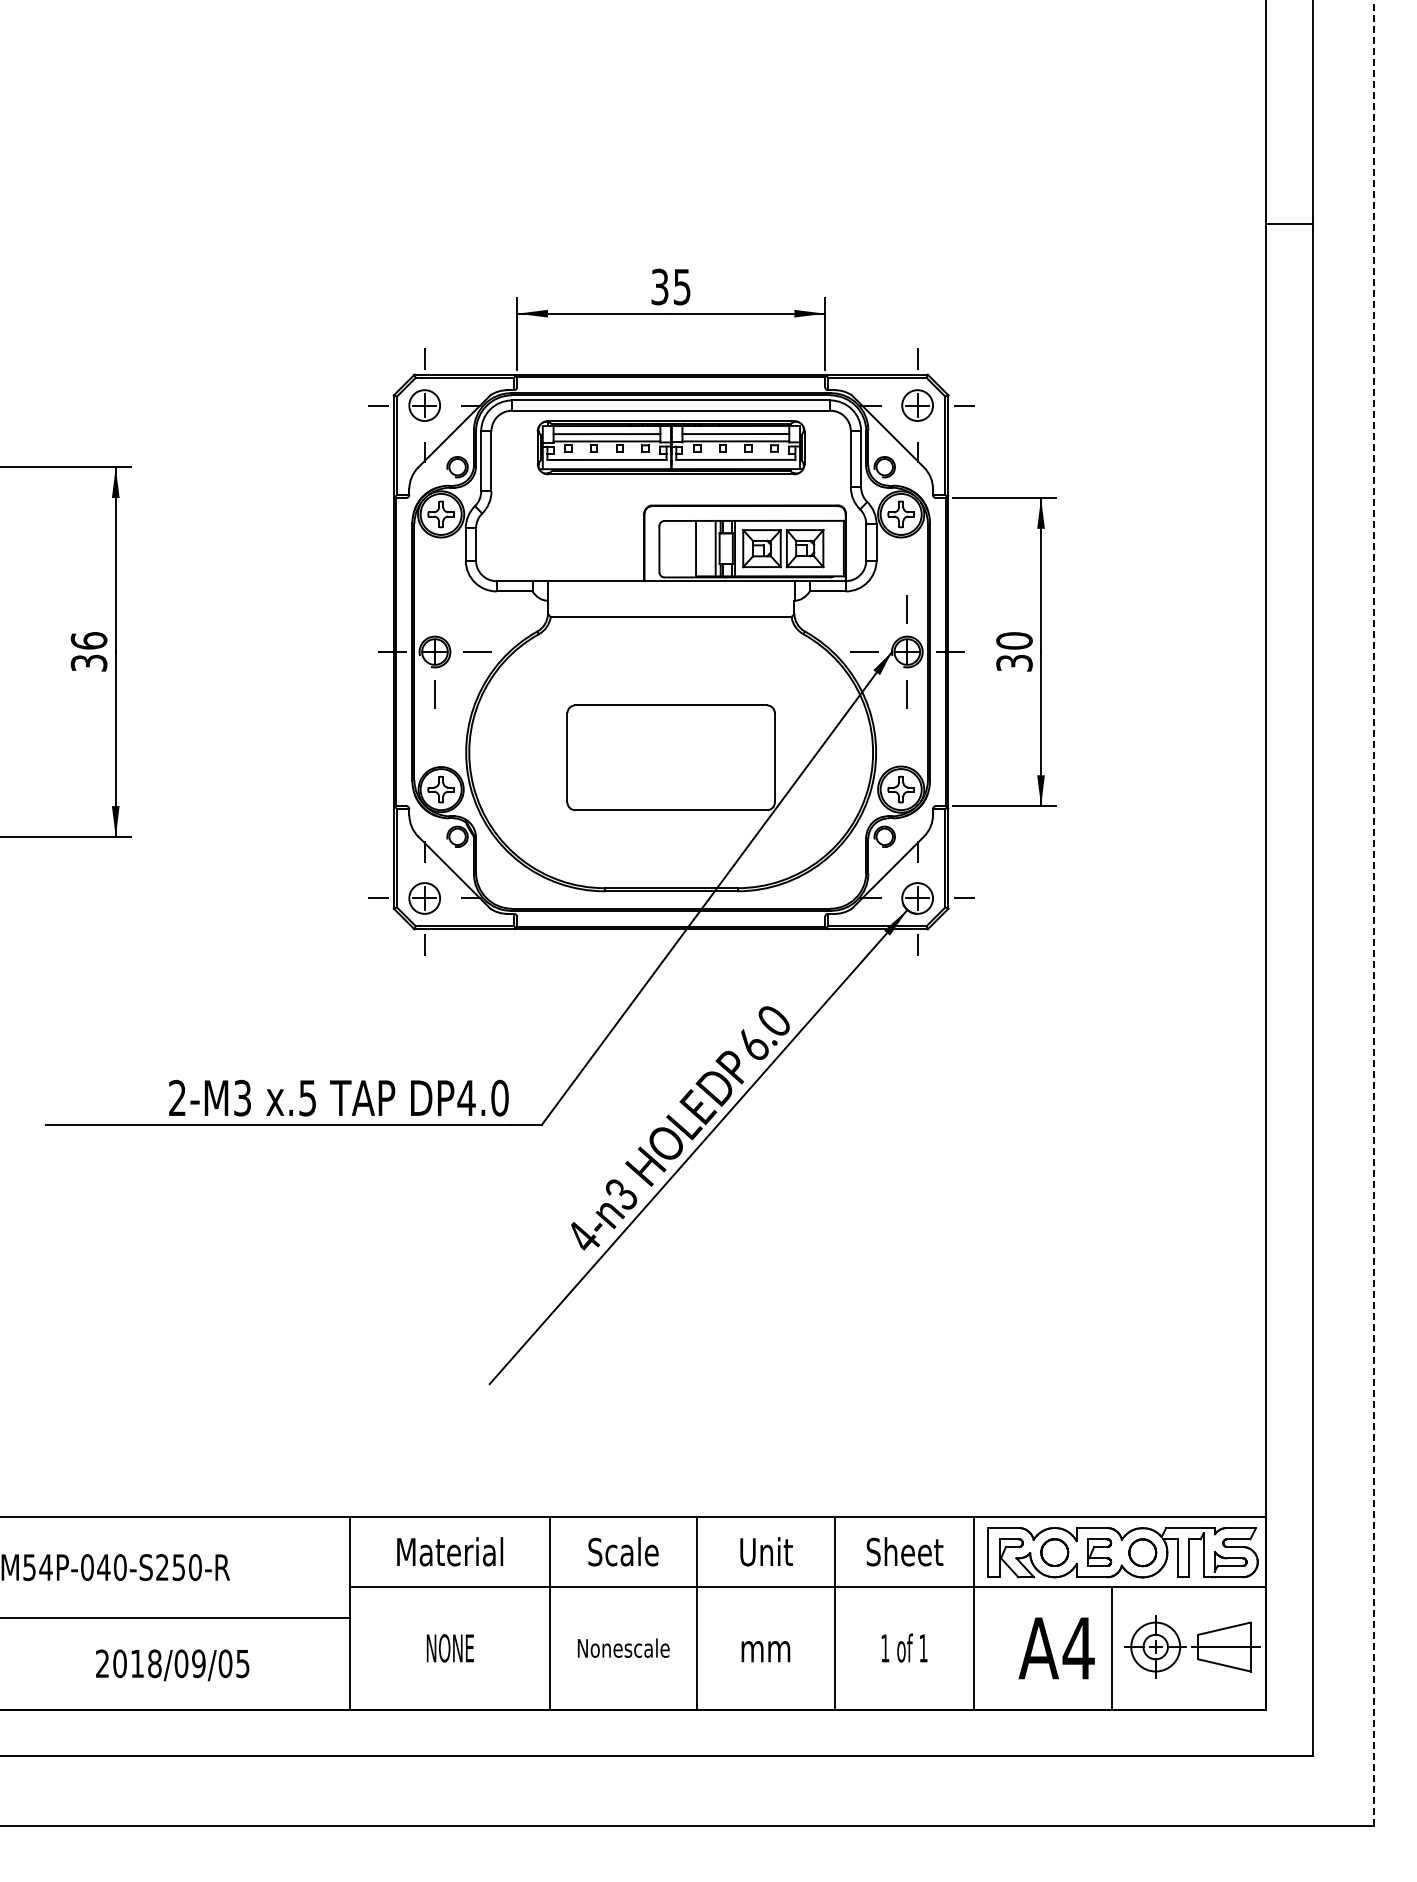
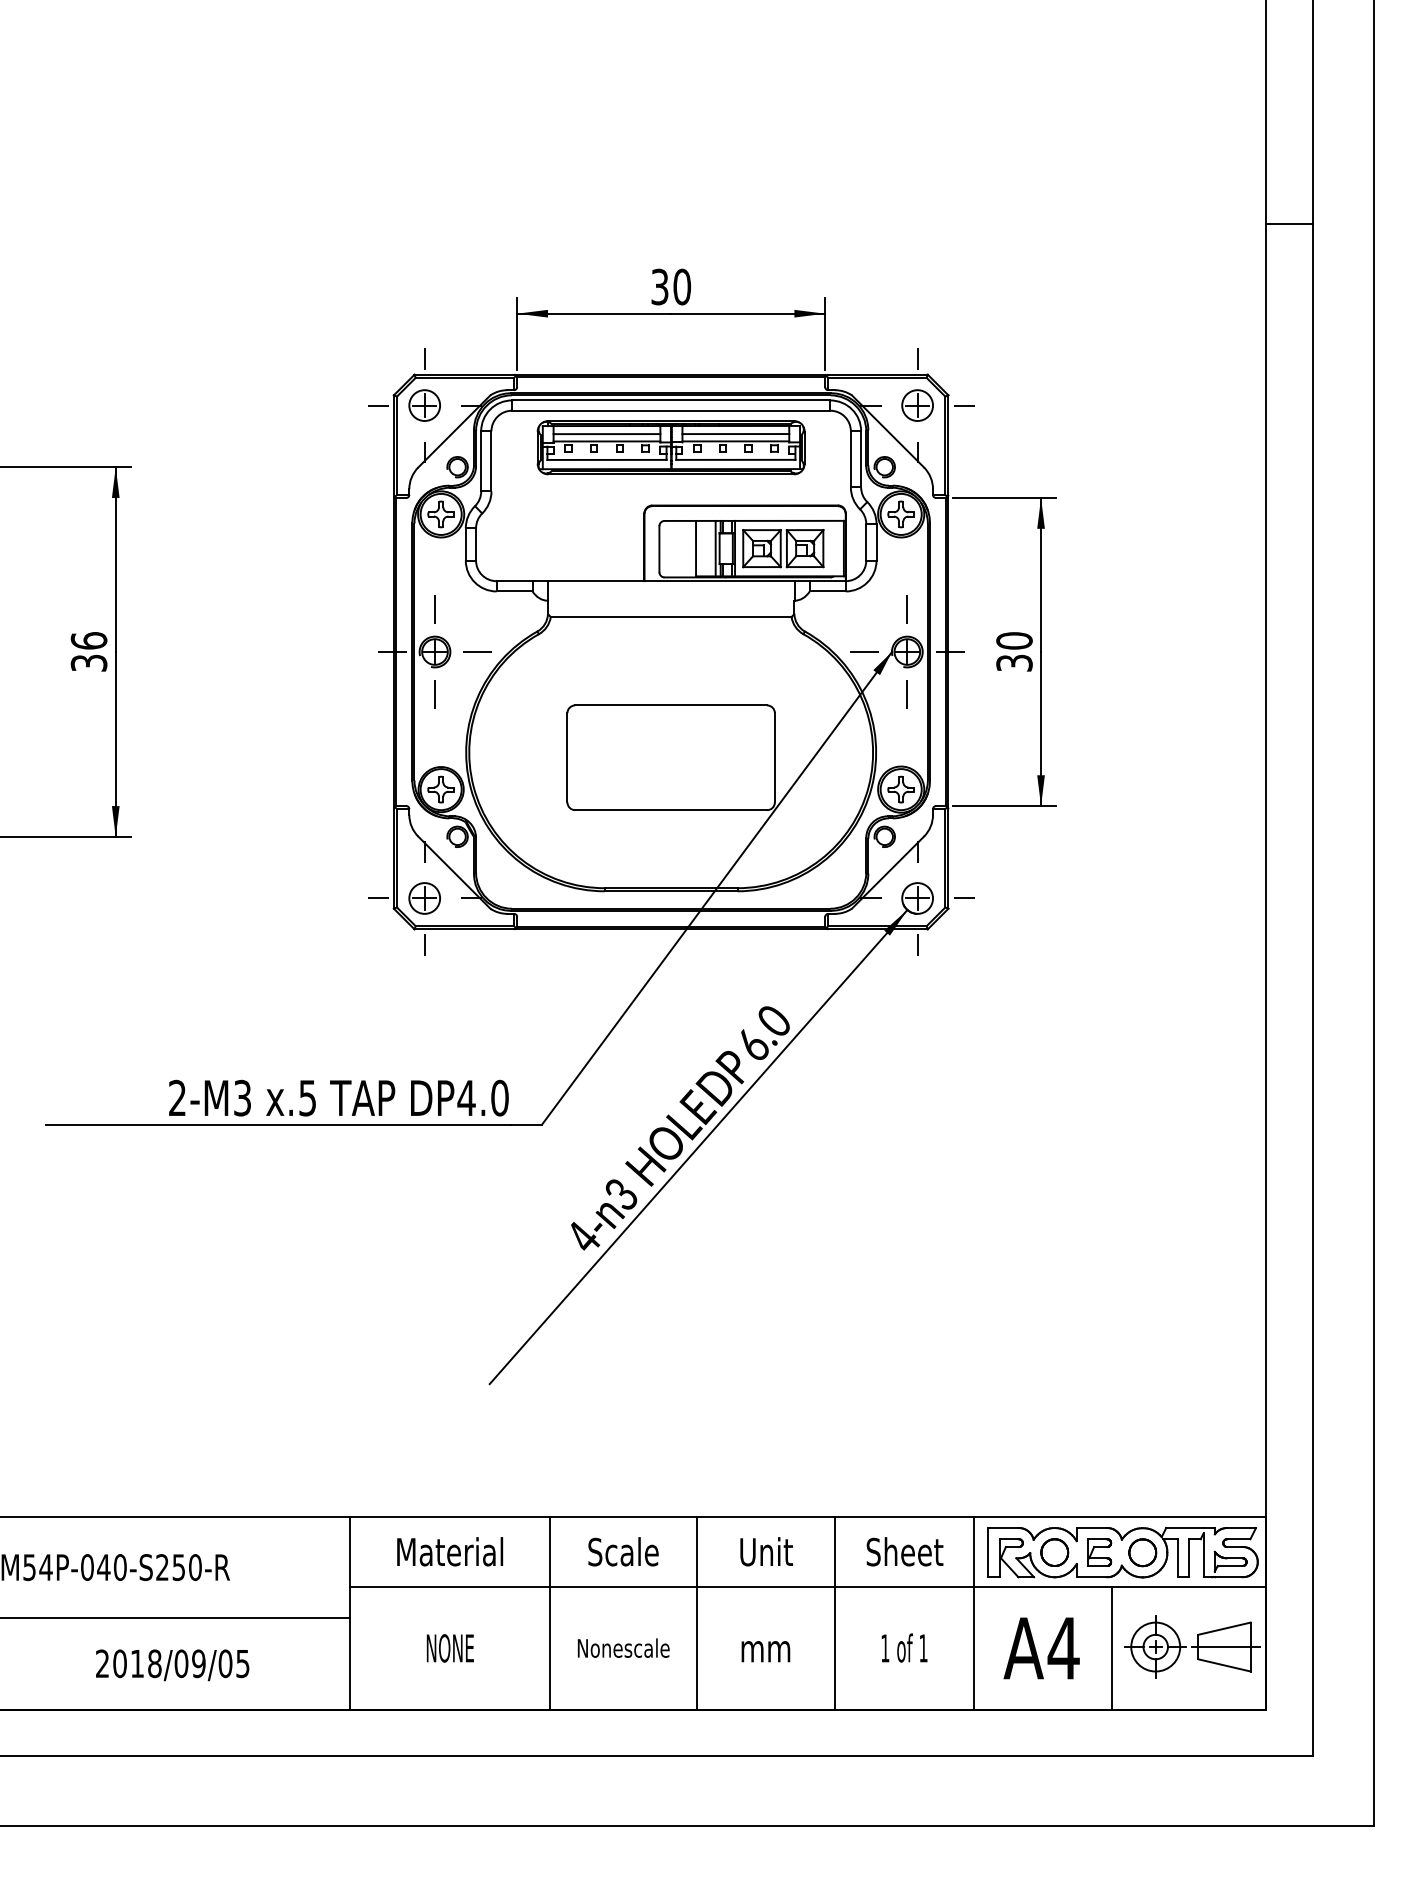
text at (682, 286): 35 -> 30
line at (435, 608): none -> present
line at (1374, 912): dashed -> solid
text at (1056, 1648) position: (1056, 1648) -> (1041, 1648)
